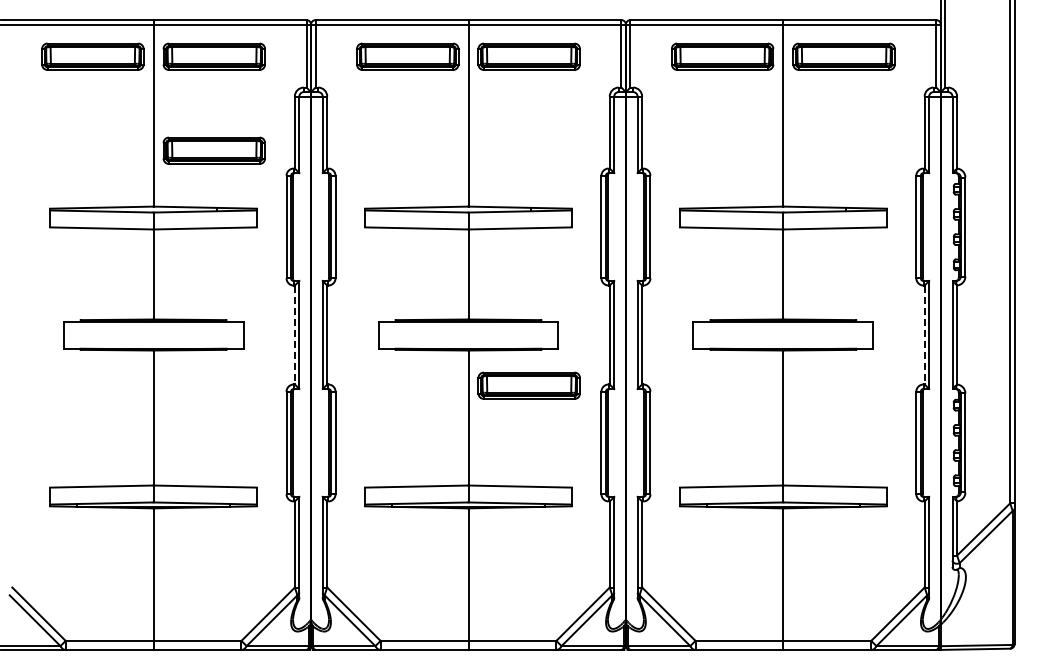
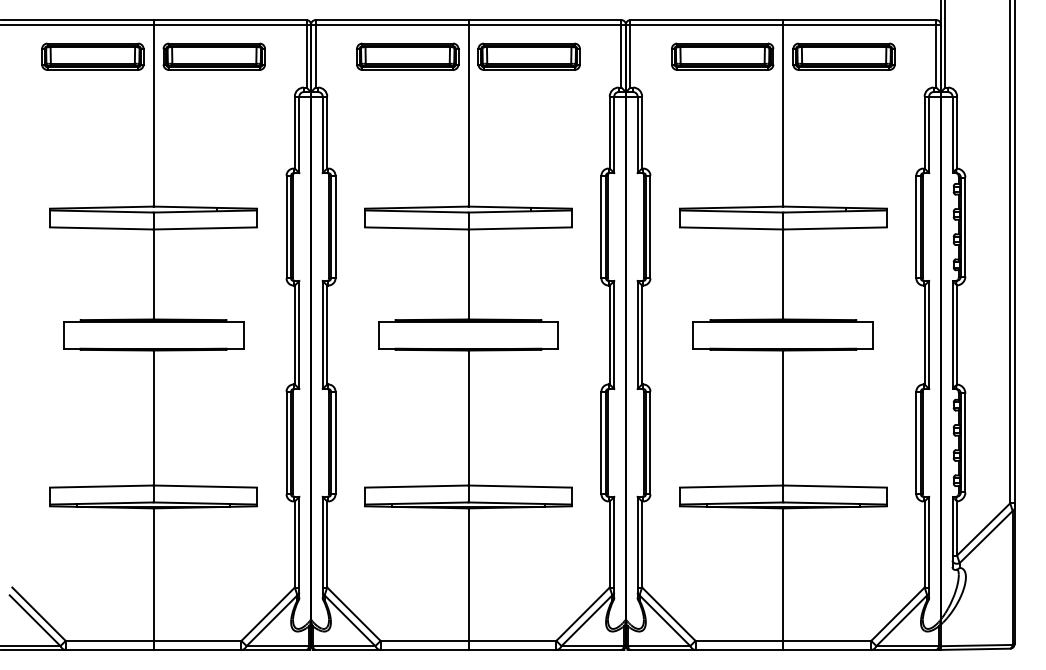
part at (213, 150): present -> none
line at (294, 335): dashed -> solid
line at (924, 335): dashed -> solid
part at (528, 385): present -> none
